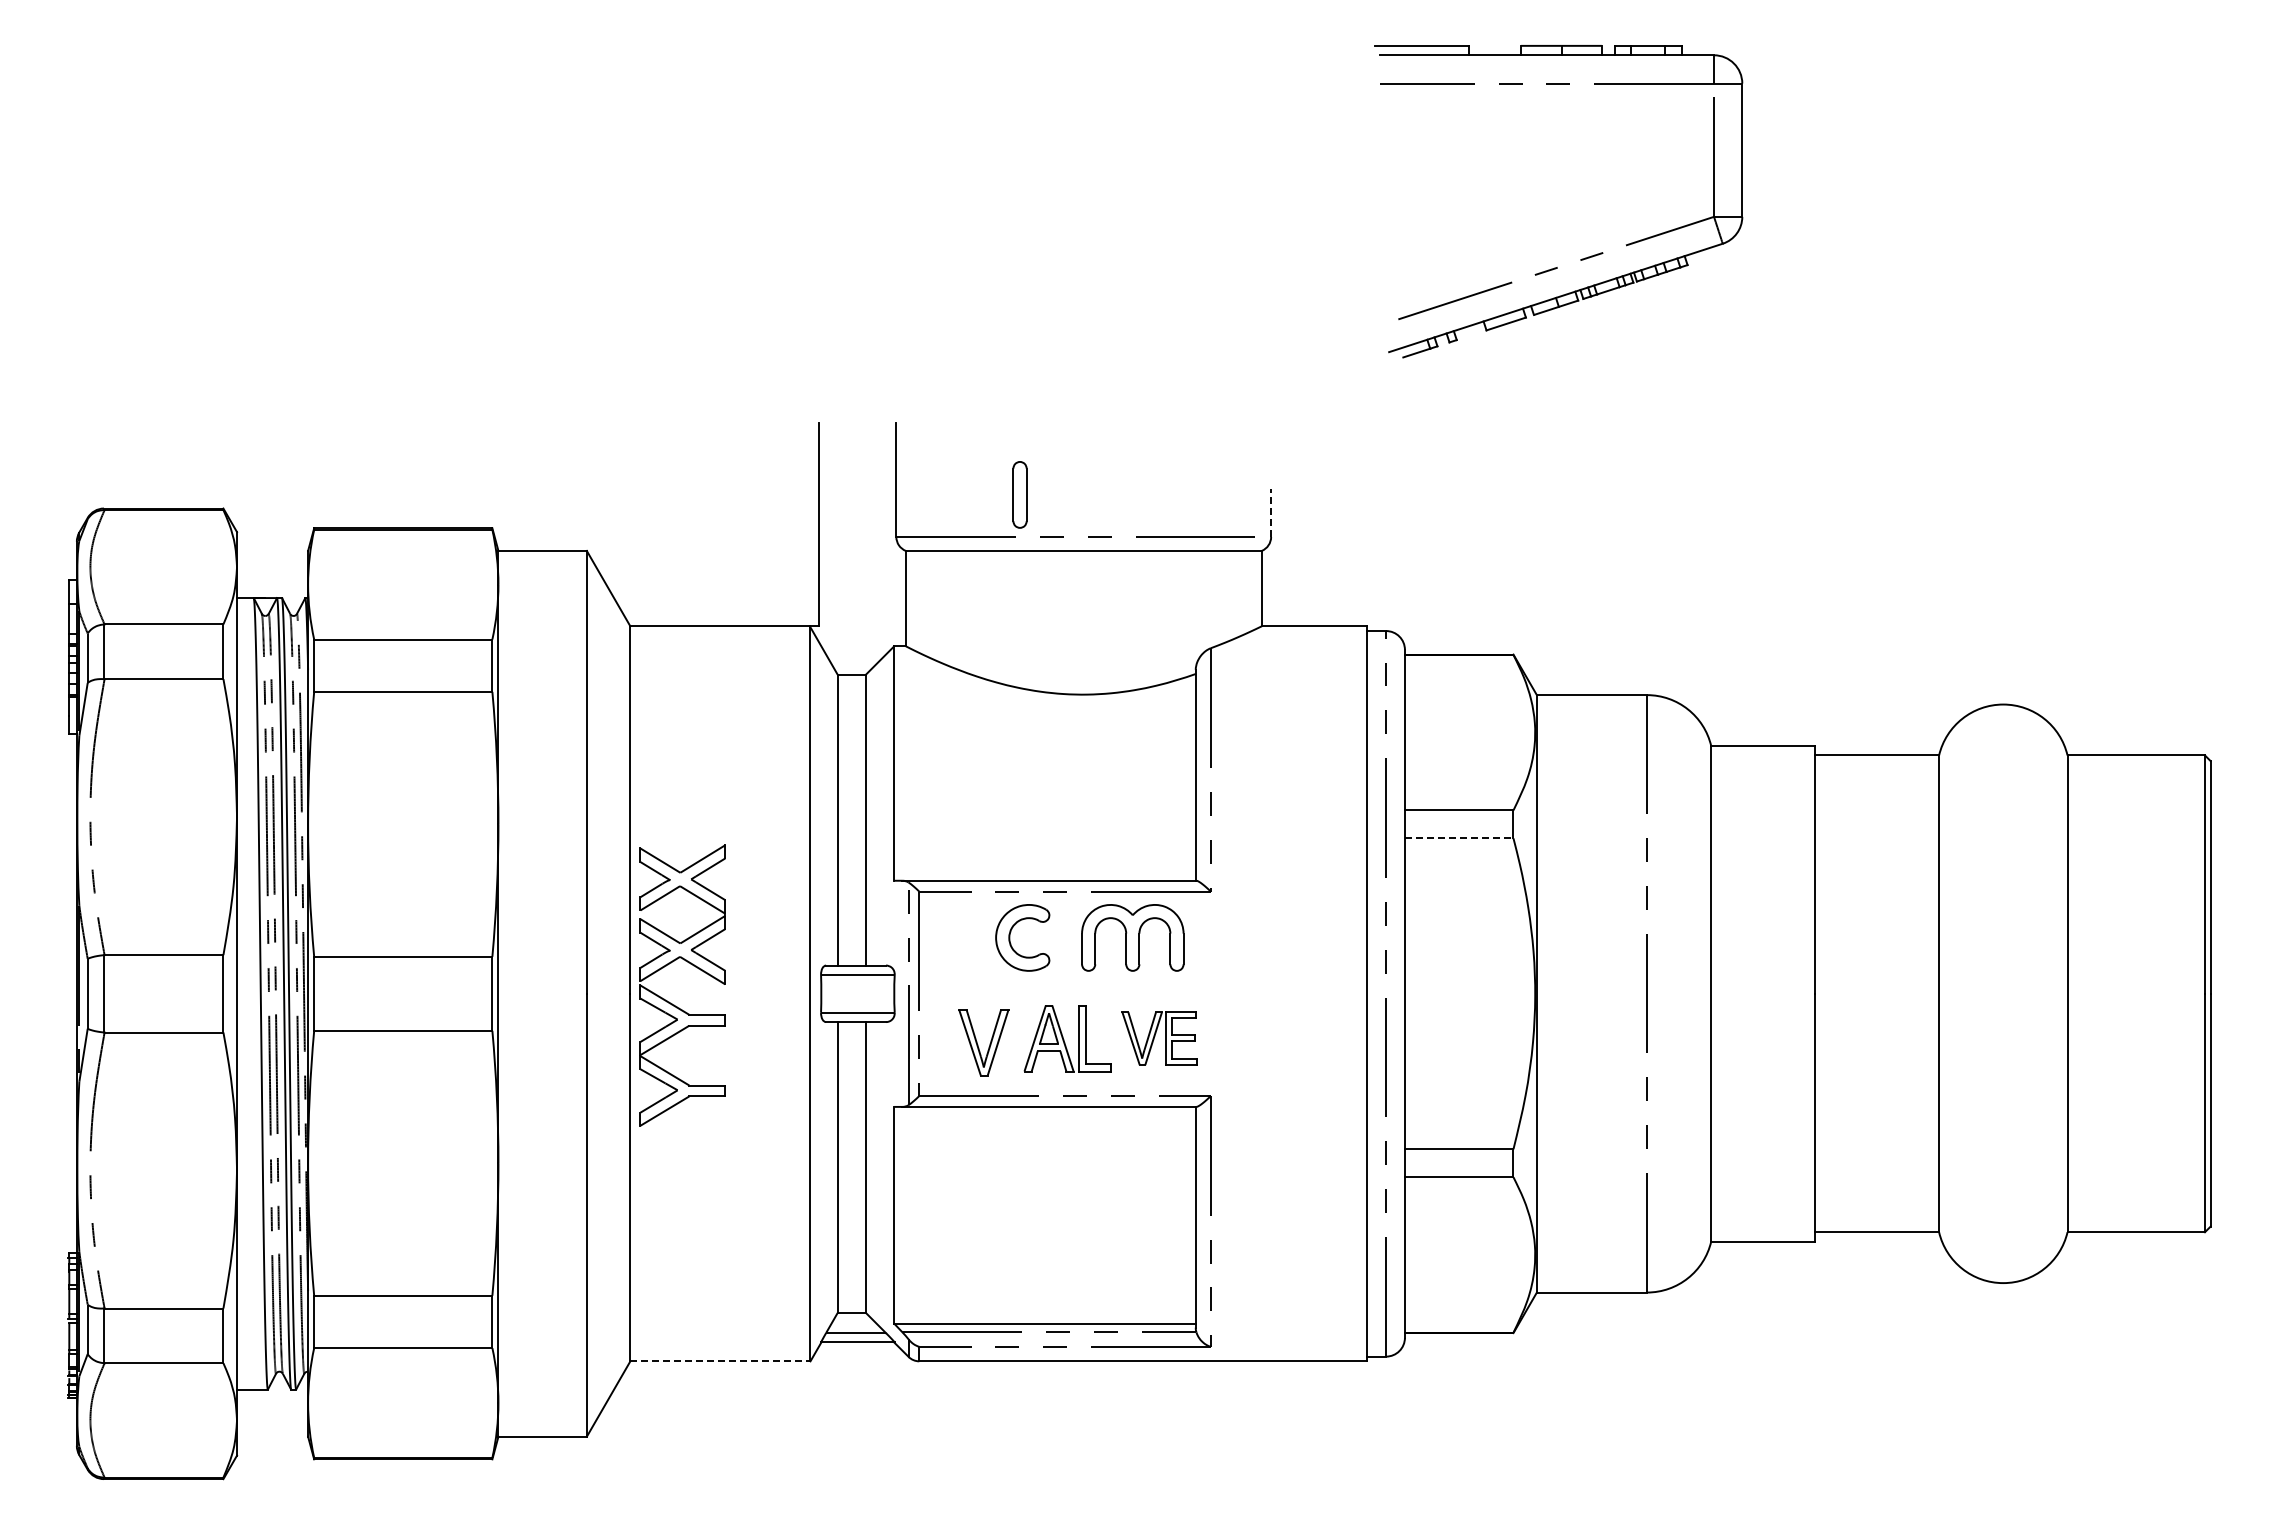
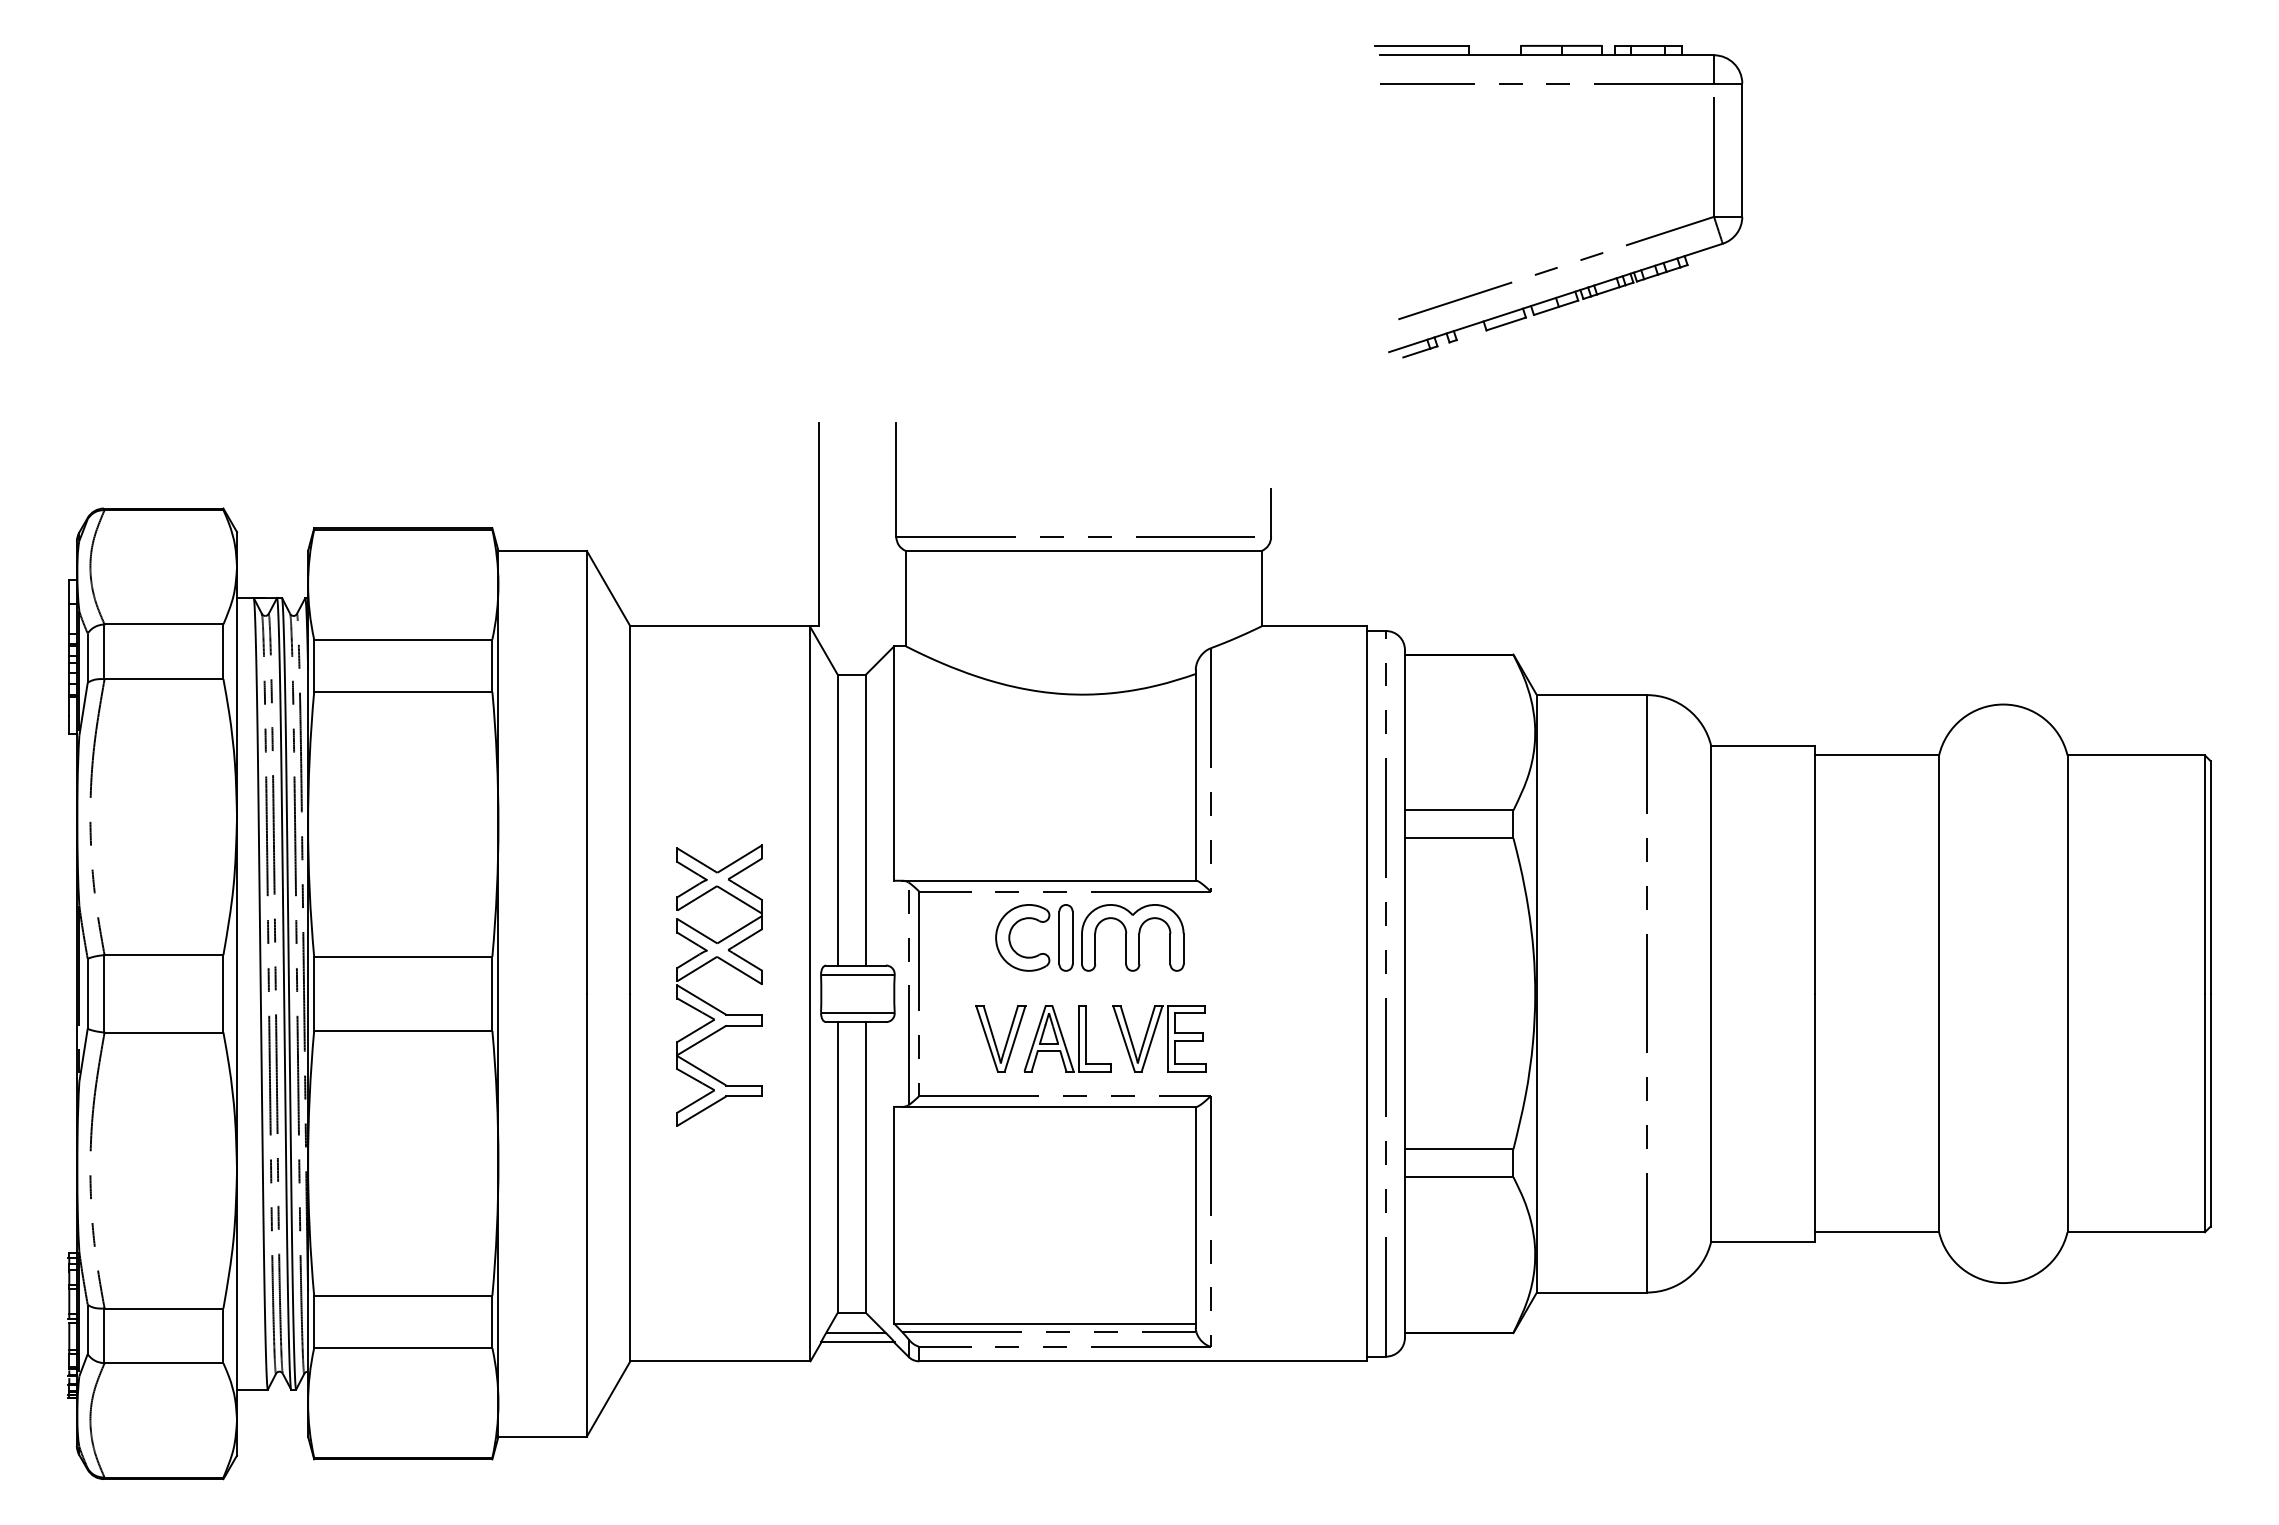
part at (1019, 494) position: (1019, 494) -> (1065, 937)
line at (1271, 512): dashed -> solid
line at (1459, 838): dashed -> solid
part at (672, 1003) position: (672, 1003) -> (709, 1003)
part at (1159, 1038) size: 77x55 px -> 95x68 px
part at (983, 1042) position: (983, 1042) -> (1000, 1038)
line at (720, 1361): dashed -> solid
